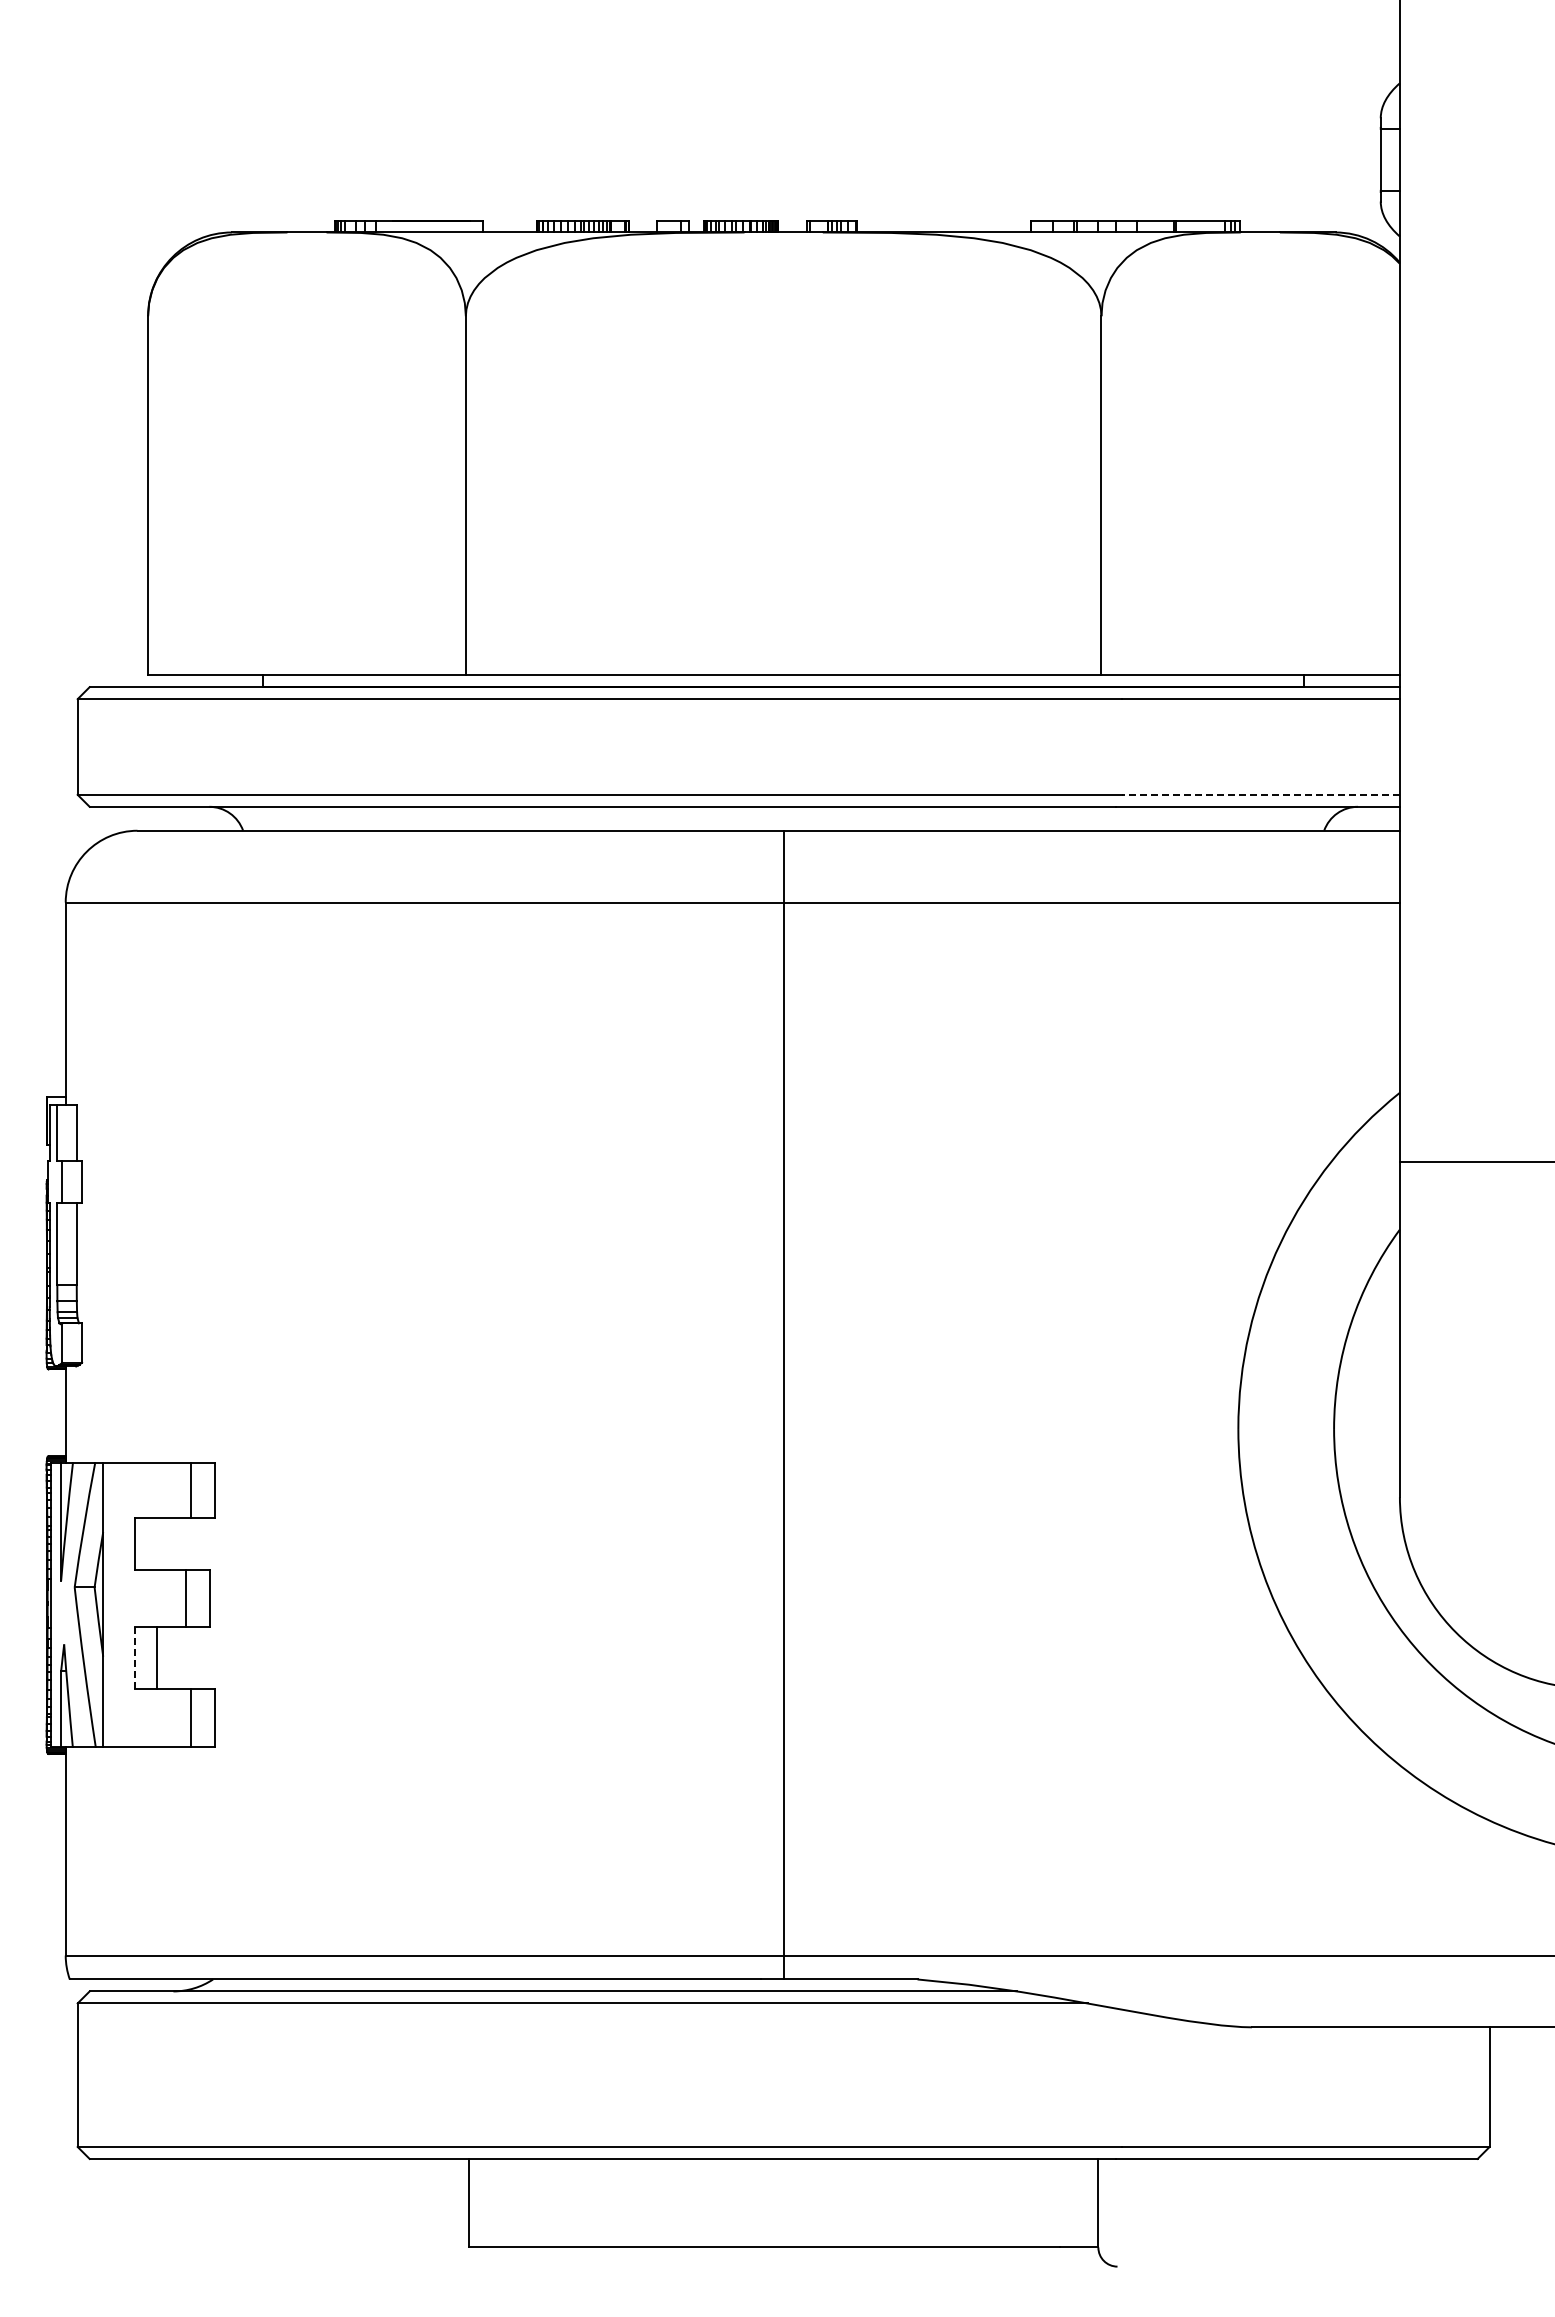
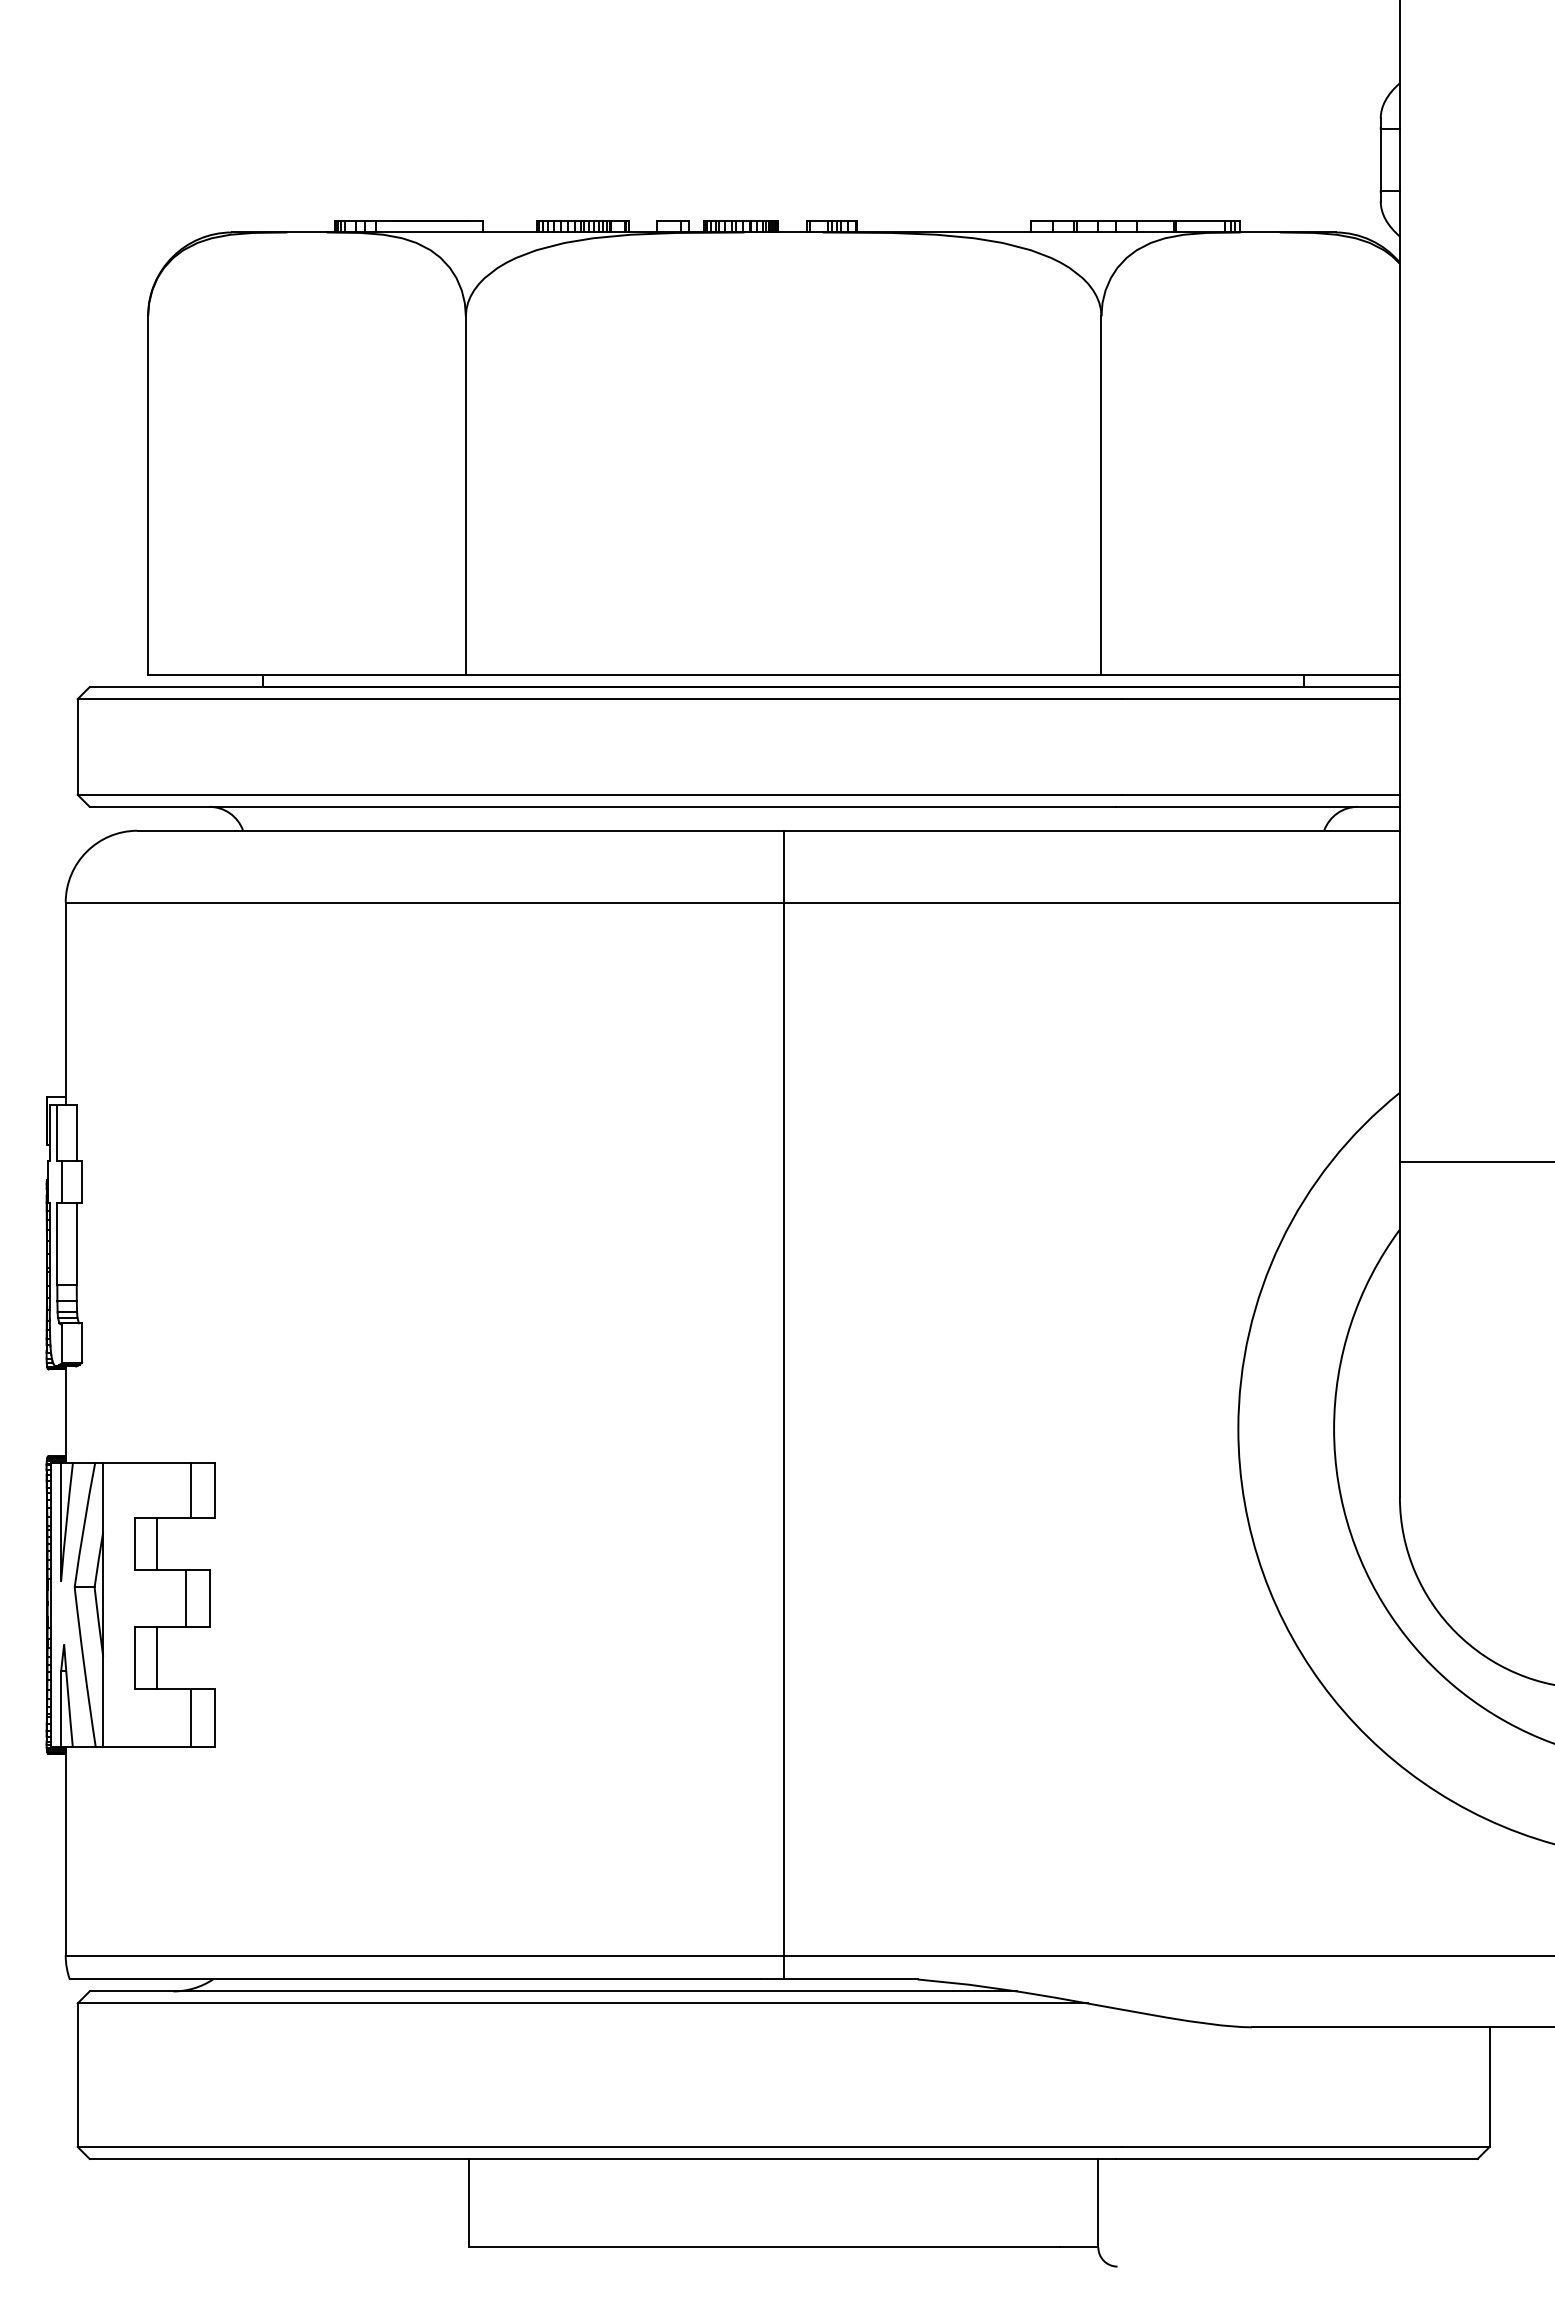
line at (1261, 794): dashed -> solid
line at (156, 1544): none -> present
line at (134, 1658): dashed -> solid
